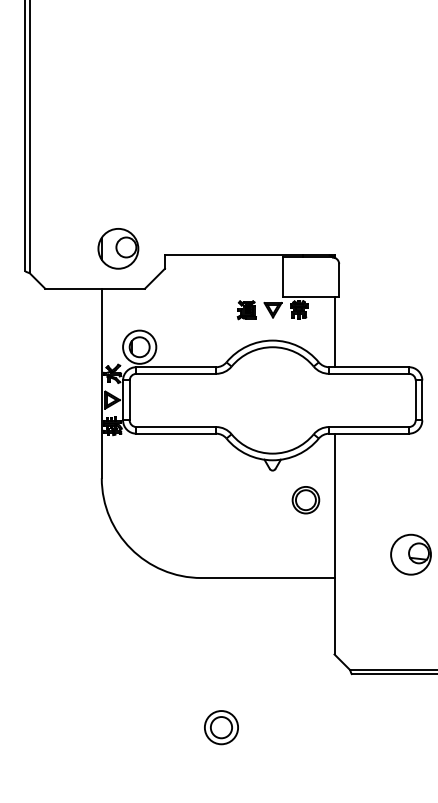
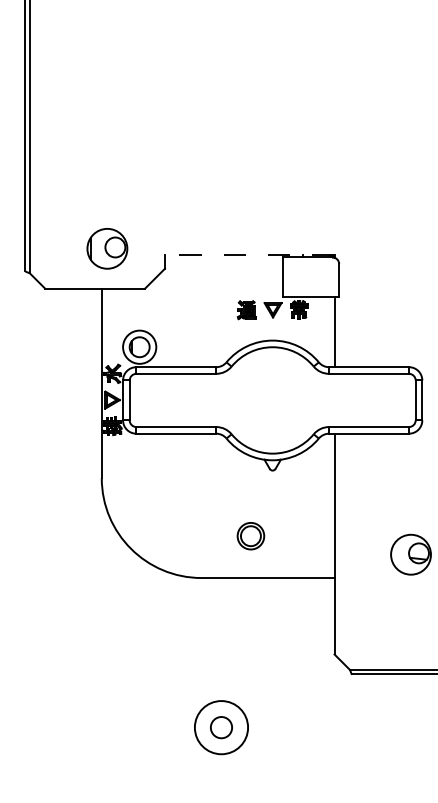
part at (118, 248) position: (118, 248) -> (107, 248)
line at (249, 255): solid -> dashed
part at (305, 500) position: (305, 500) -> (250, 536)
circle at (221, 727) diameter: 33 px -> 53 px
